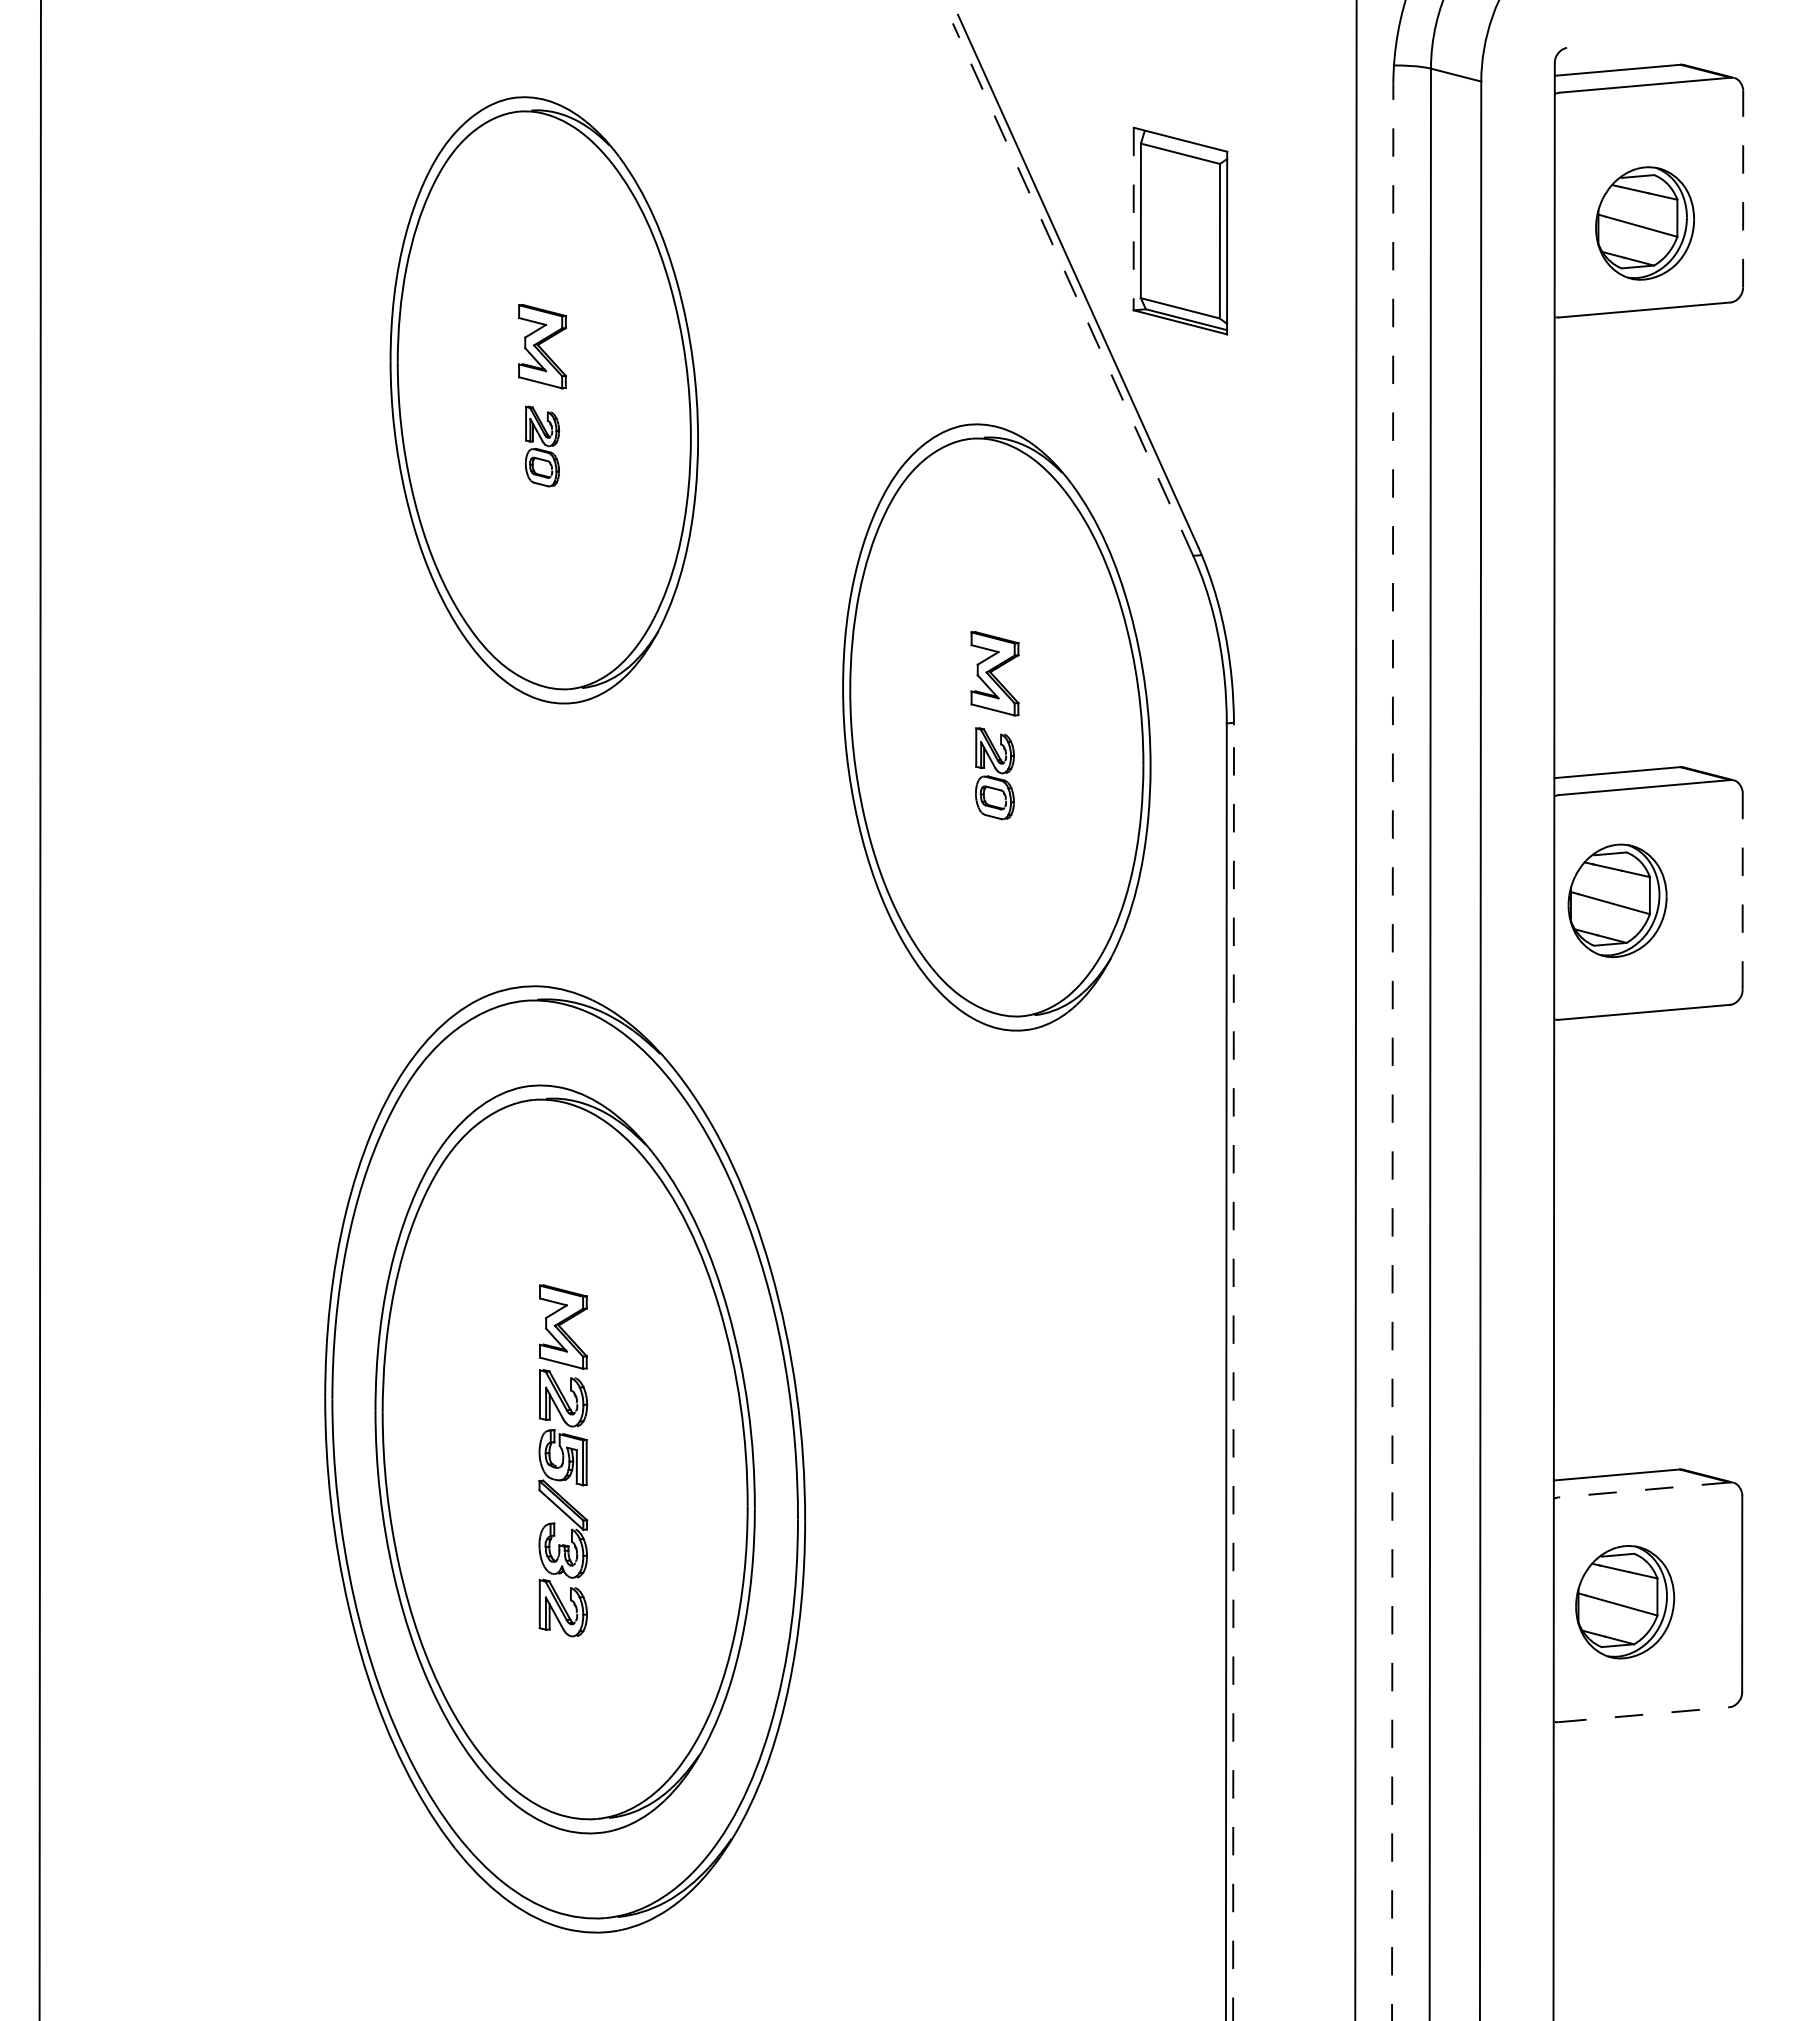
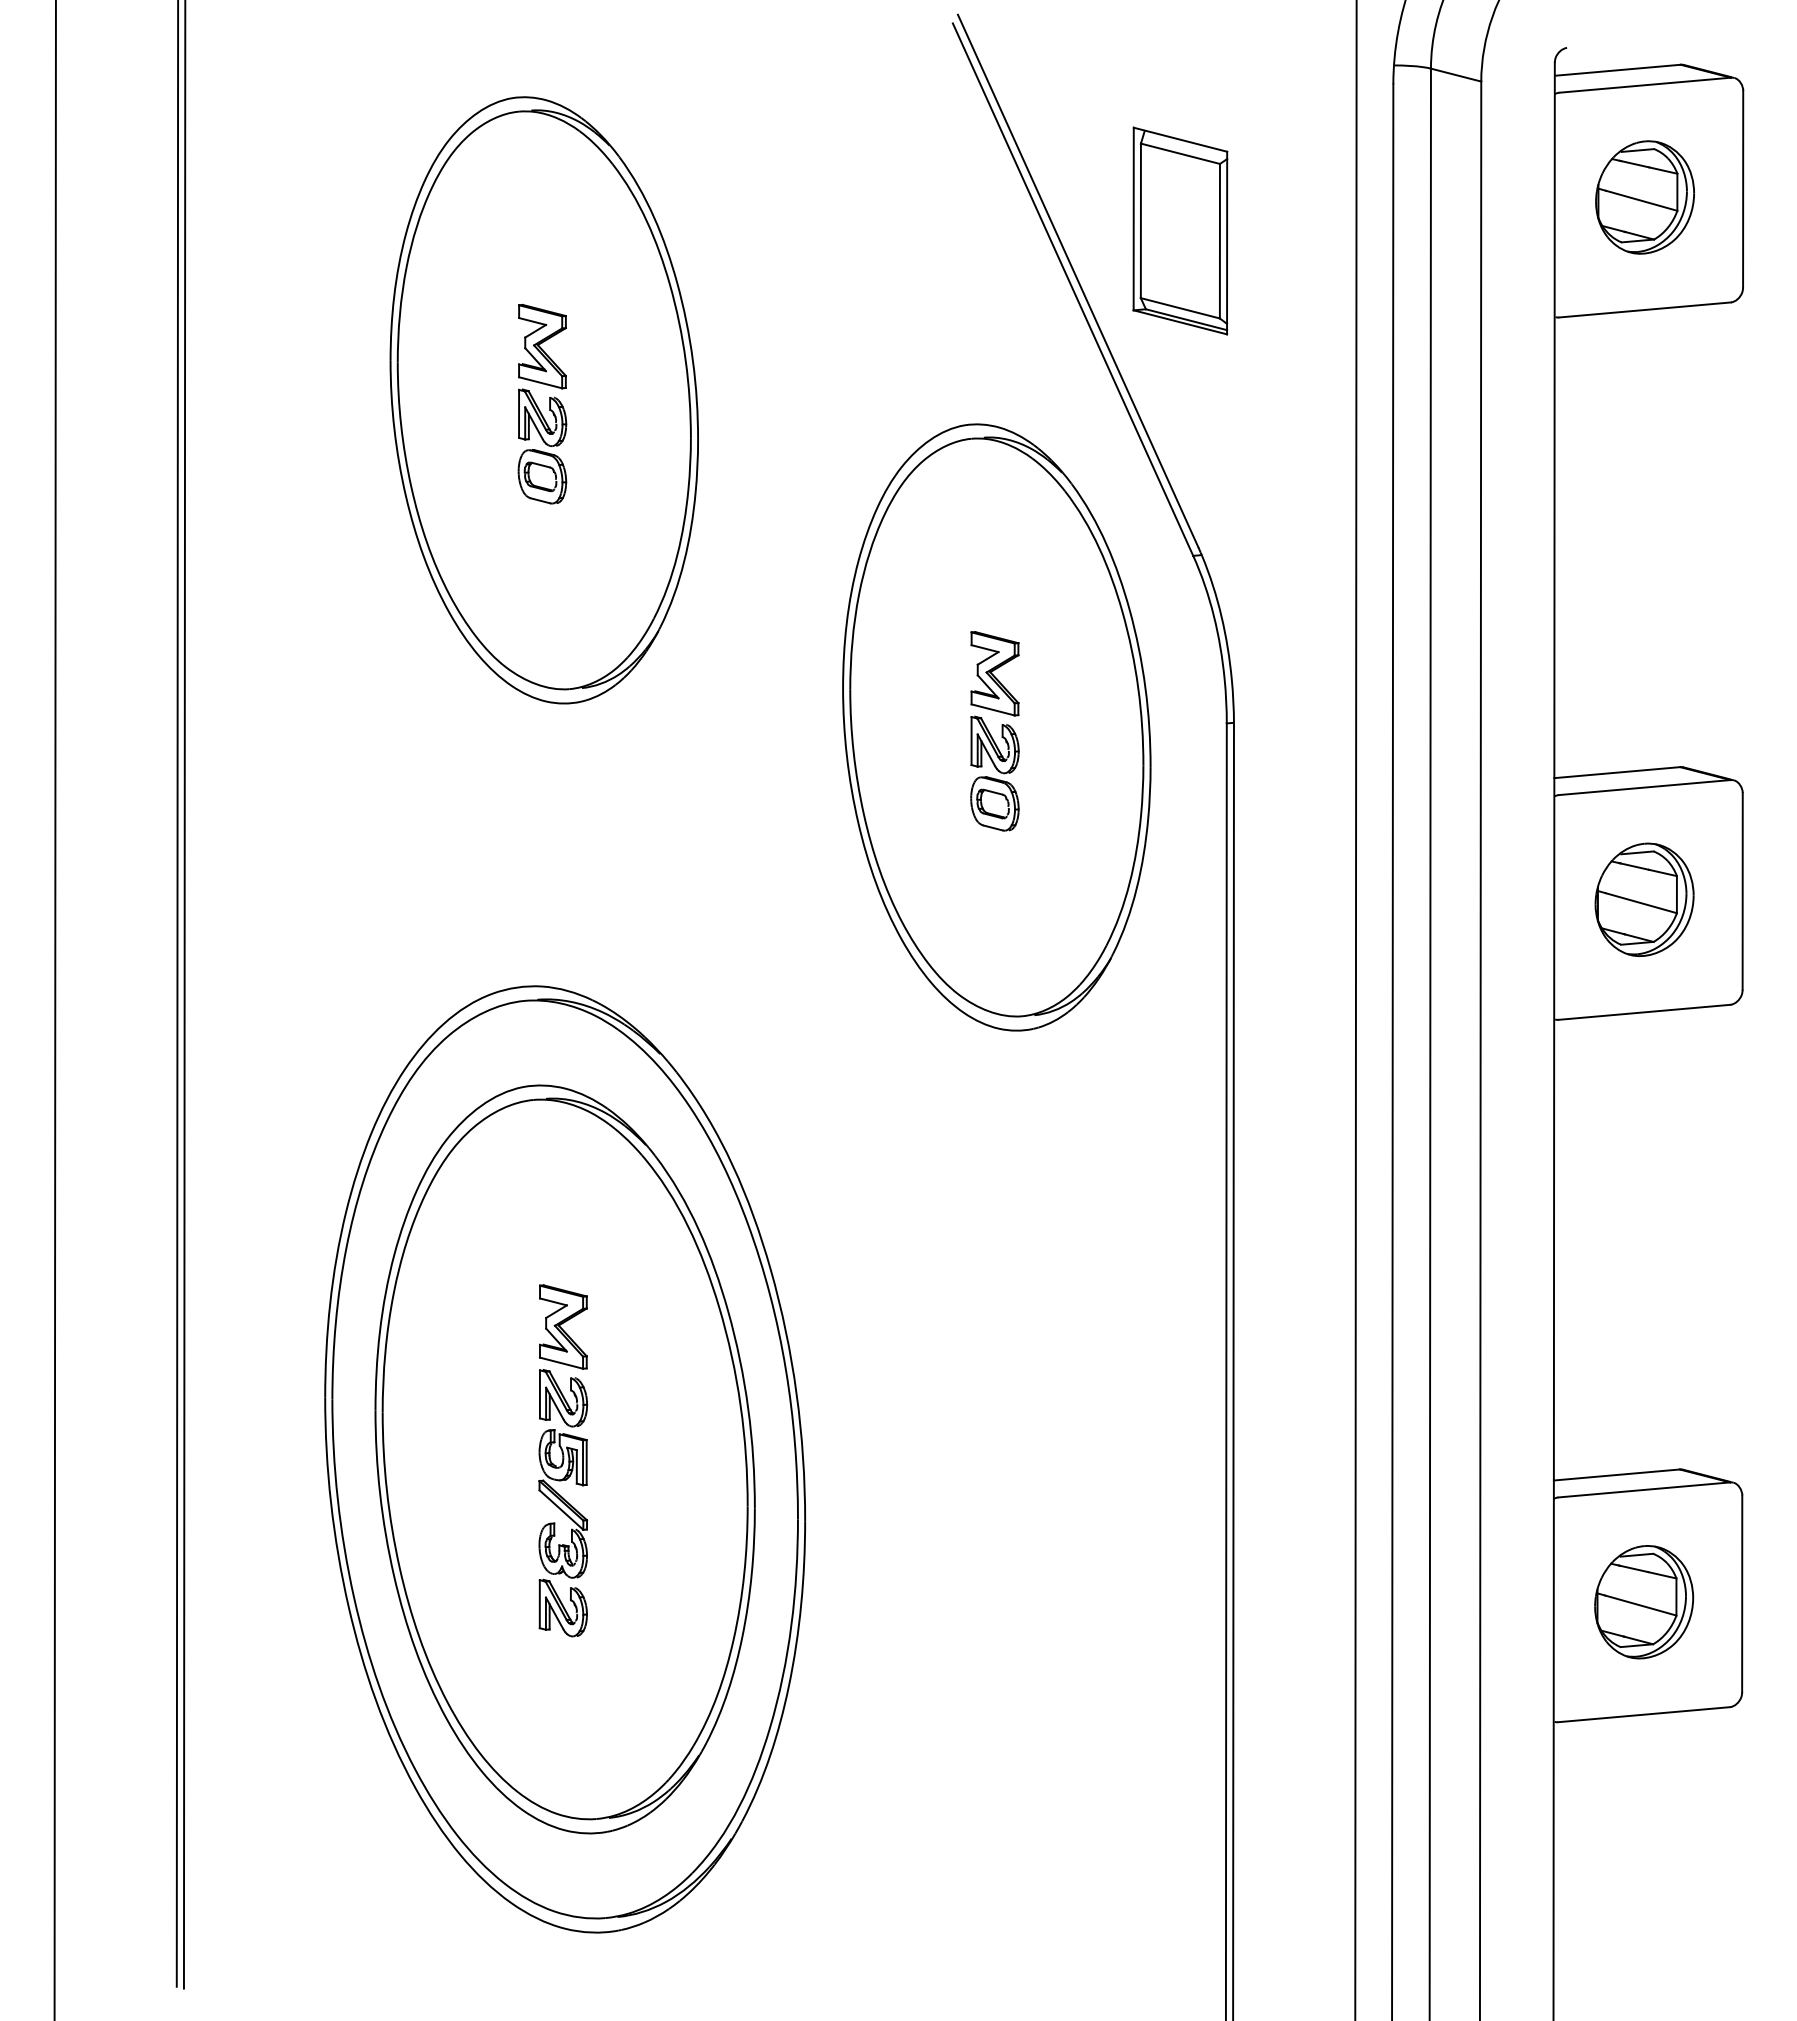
line at (1743, 188): dashed -> solid
line at (1133, 219): dashed -> solid
part at (1644, 223) position: (1644, 223) -> (1644, 197)
line at (1072, 289): dashed -> solid
part at (542, 446) size: 37x83 px -> 51x117 px
part at (994, 773) size: 40x94 px -> 50x117 px
line at (1742, 890): dashed -> solid
part at (1617, 900) position: (1617, 900) -> (1644, 899)
line at (177, 994): none -> present
line at (184, 995): none -> present
line at (39, 1009) position: (39, 1009) -> (54, 1009)
line at (1392, 1052): dashed -> solid
line at (1233, 1372): dashed -> solid
line at (1643, 1489): dashed -> solid
part at (1625, 1602) position: (1625, 1602) -> (1644, 1602)
line at (1644, 1714): dashed -> solid
